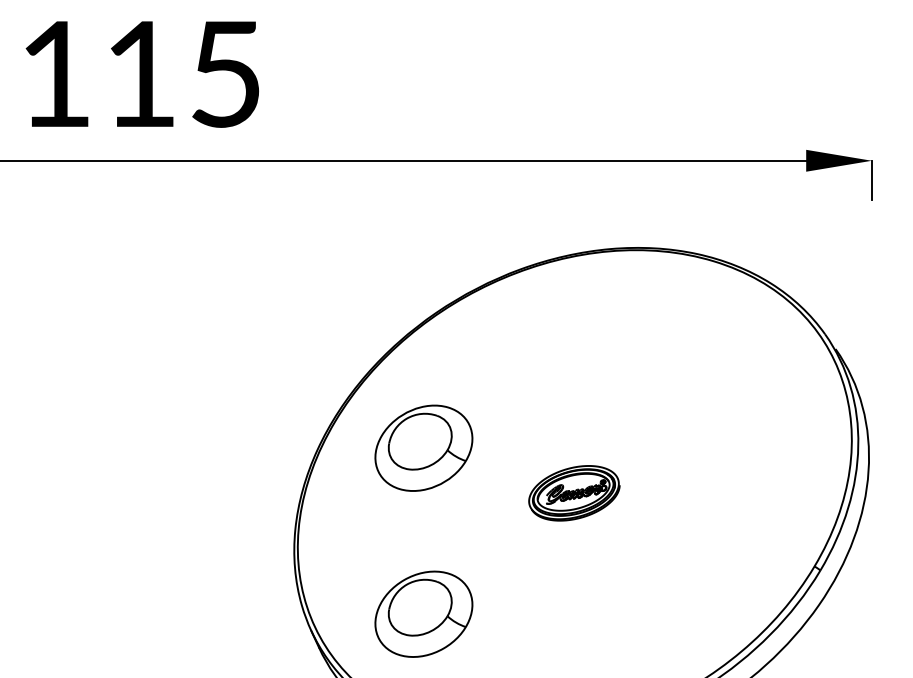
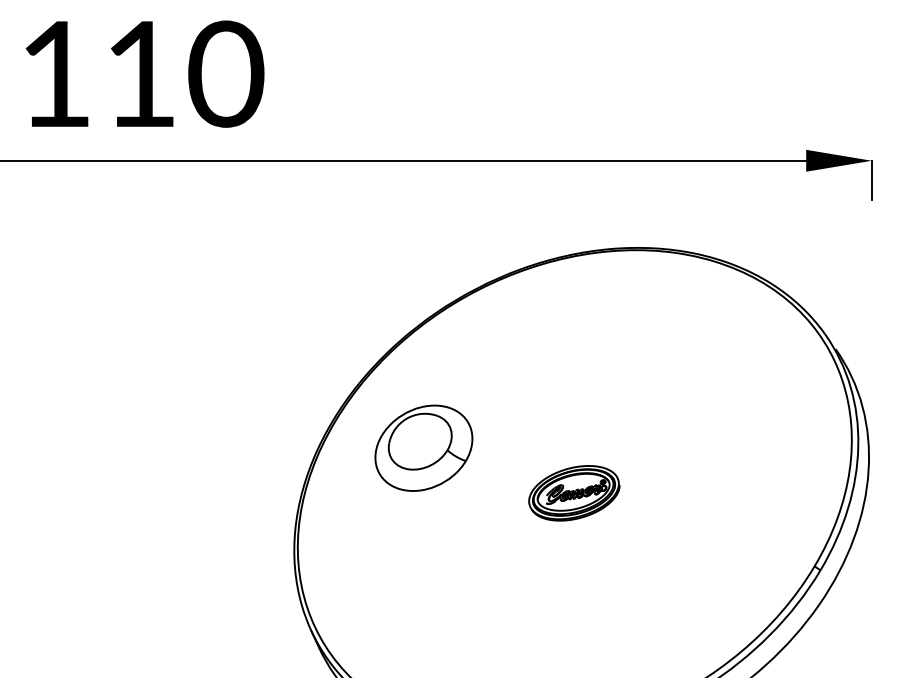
text at (226, 73): 115 -> 110
part at (423, 613): present -> none
